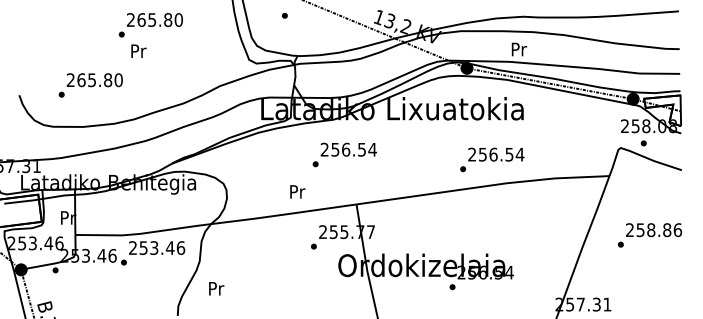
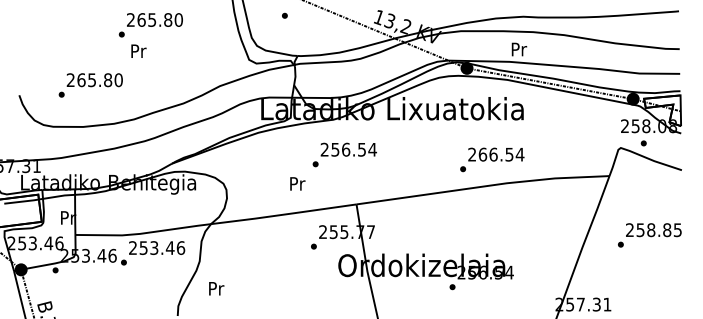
text at (482, 154): 256.54 -> 266.54
text at (297, 191) position: (297, 191) -> (297, 183)
text at (677, 230): 258.86 -> 258.85
